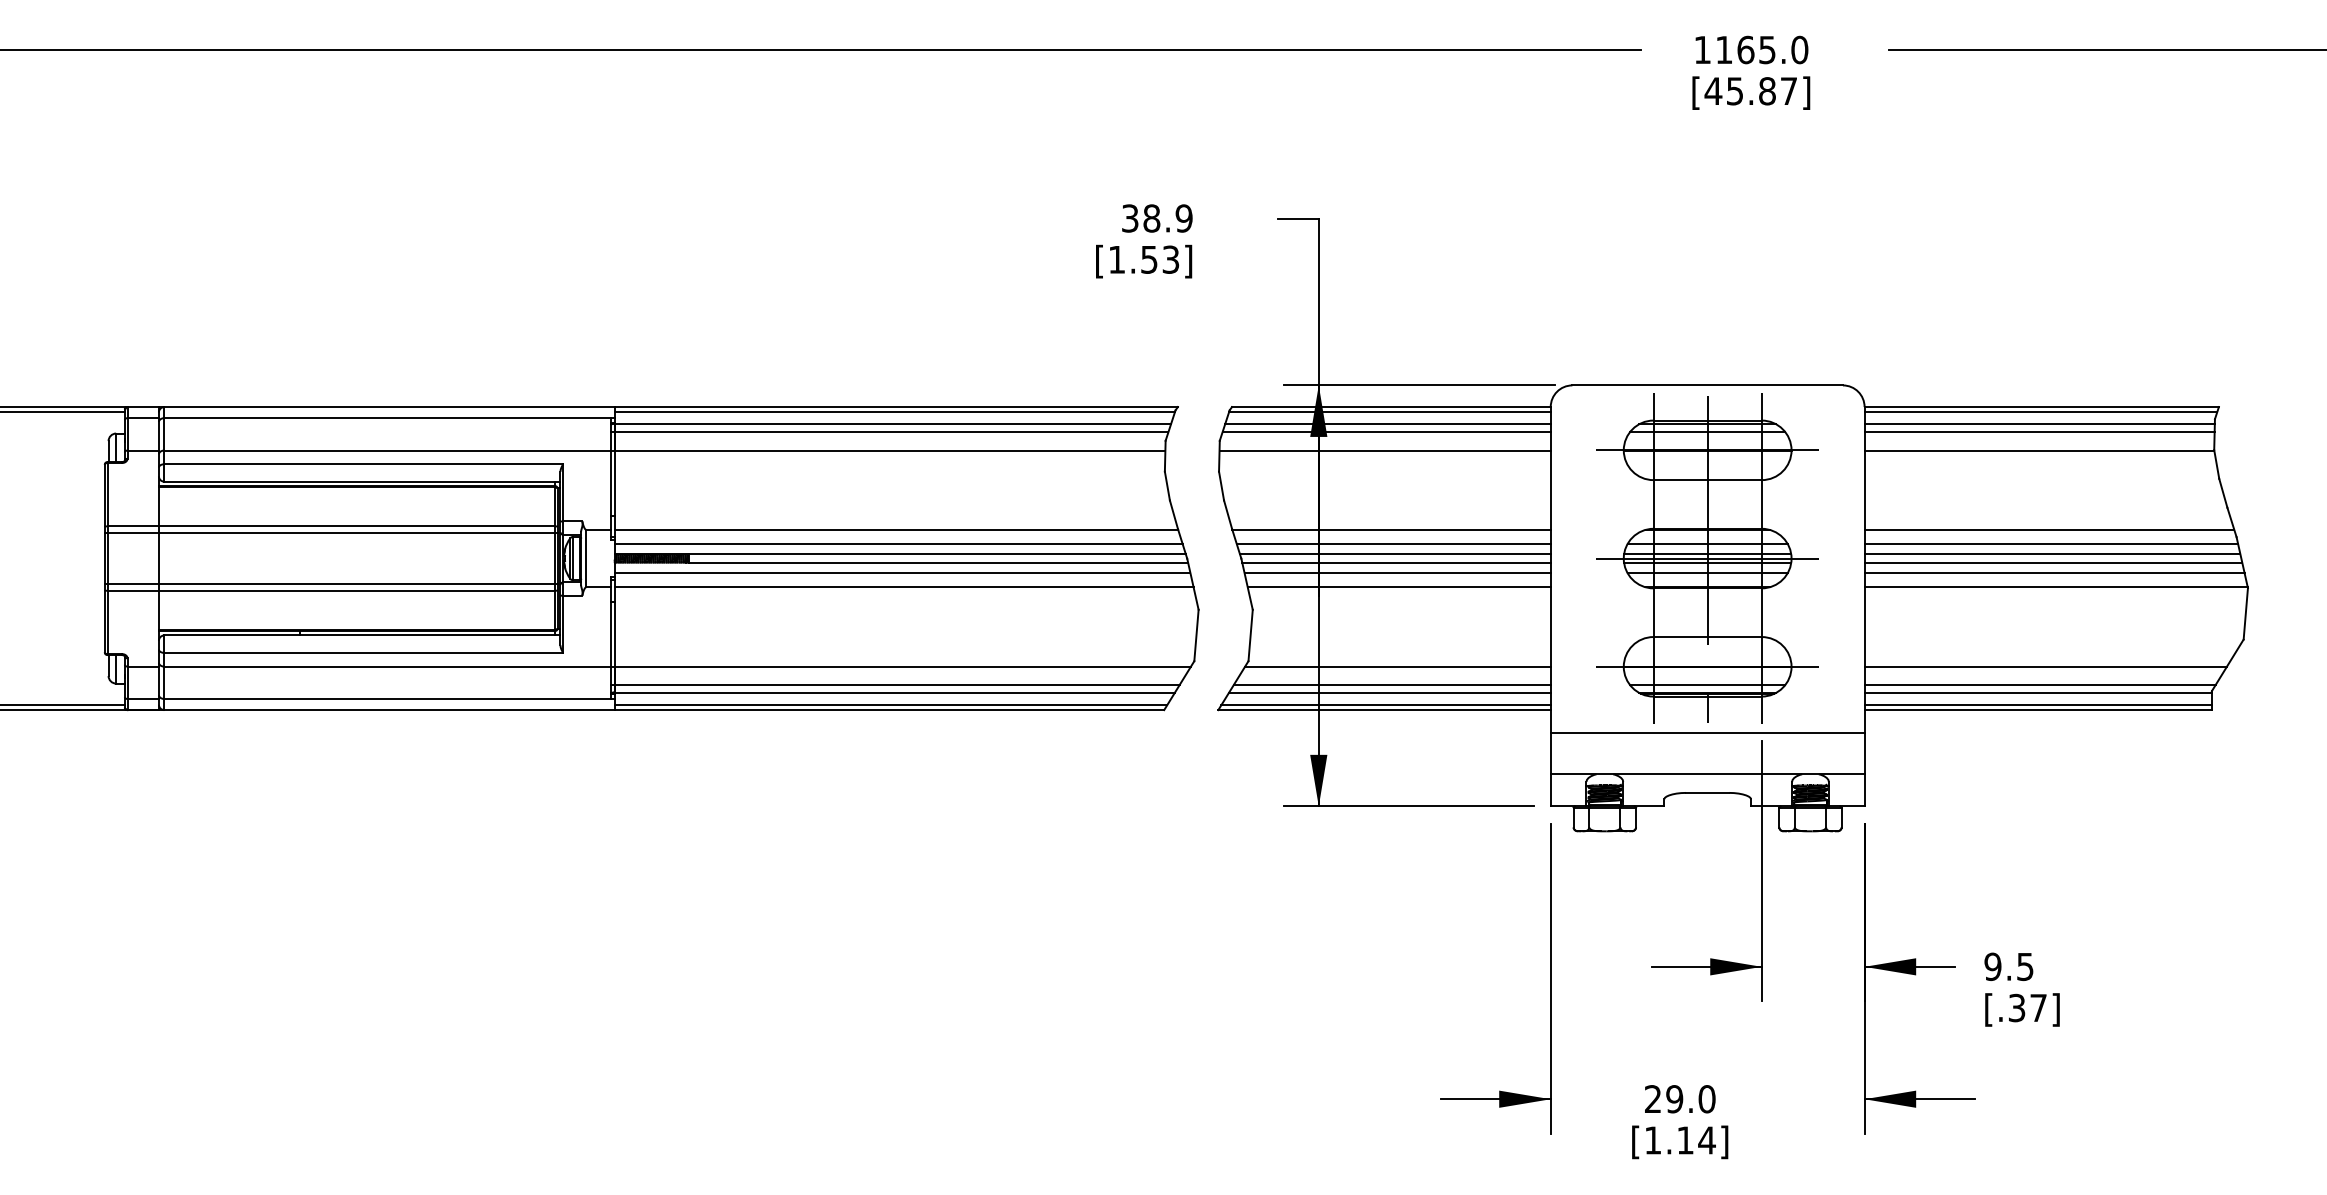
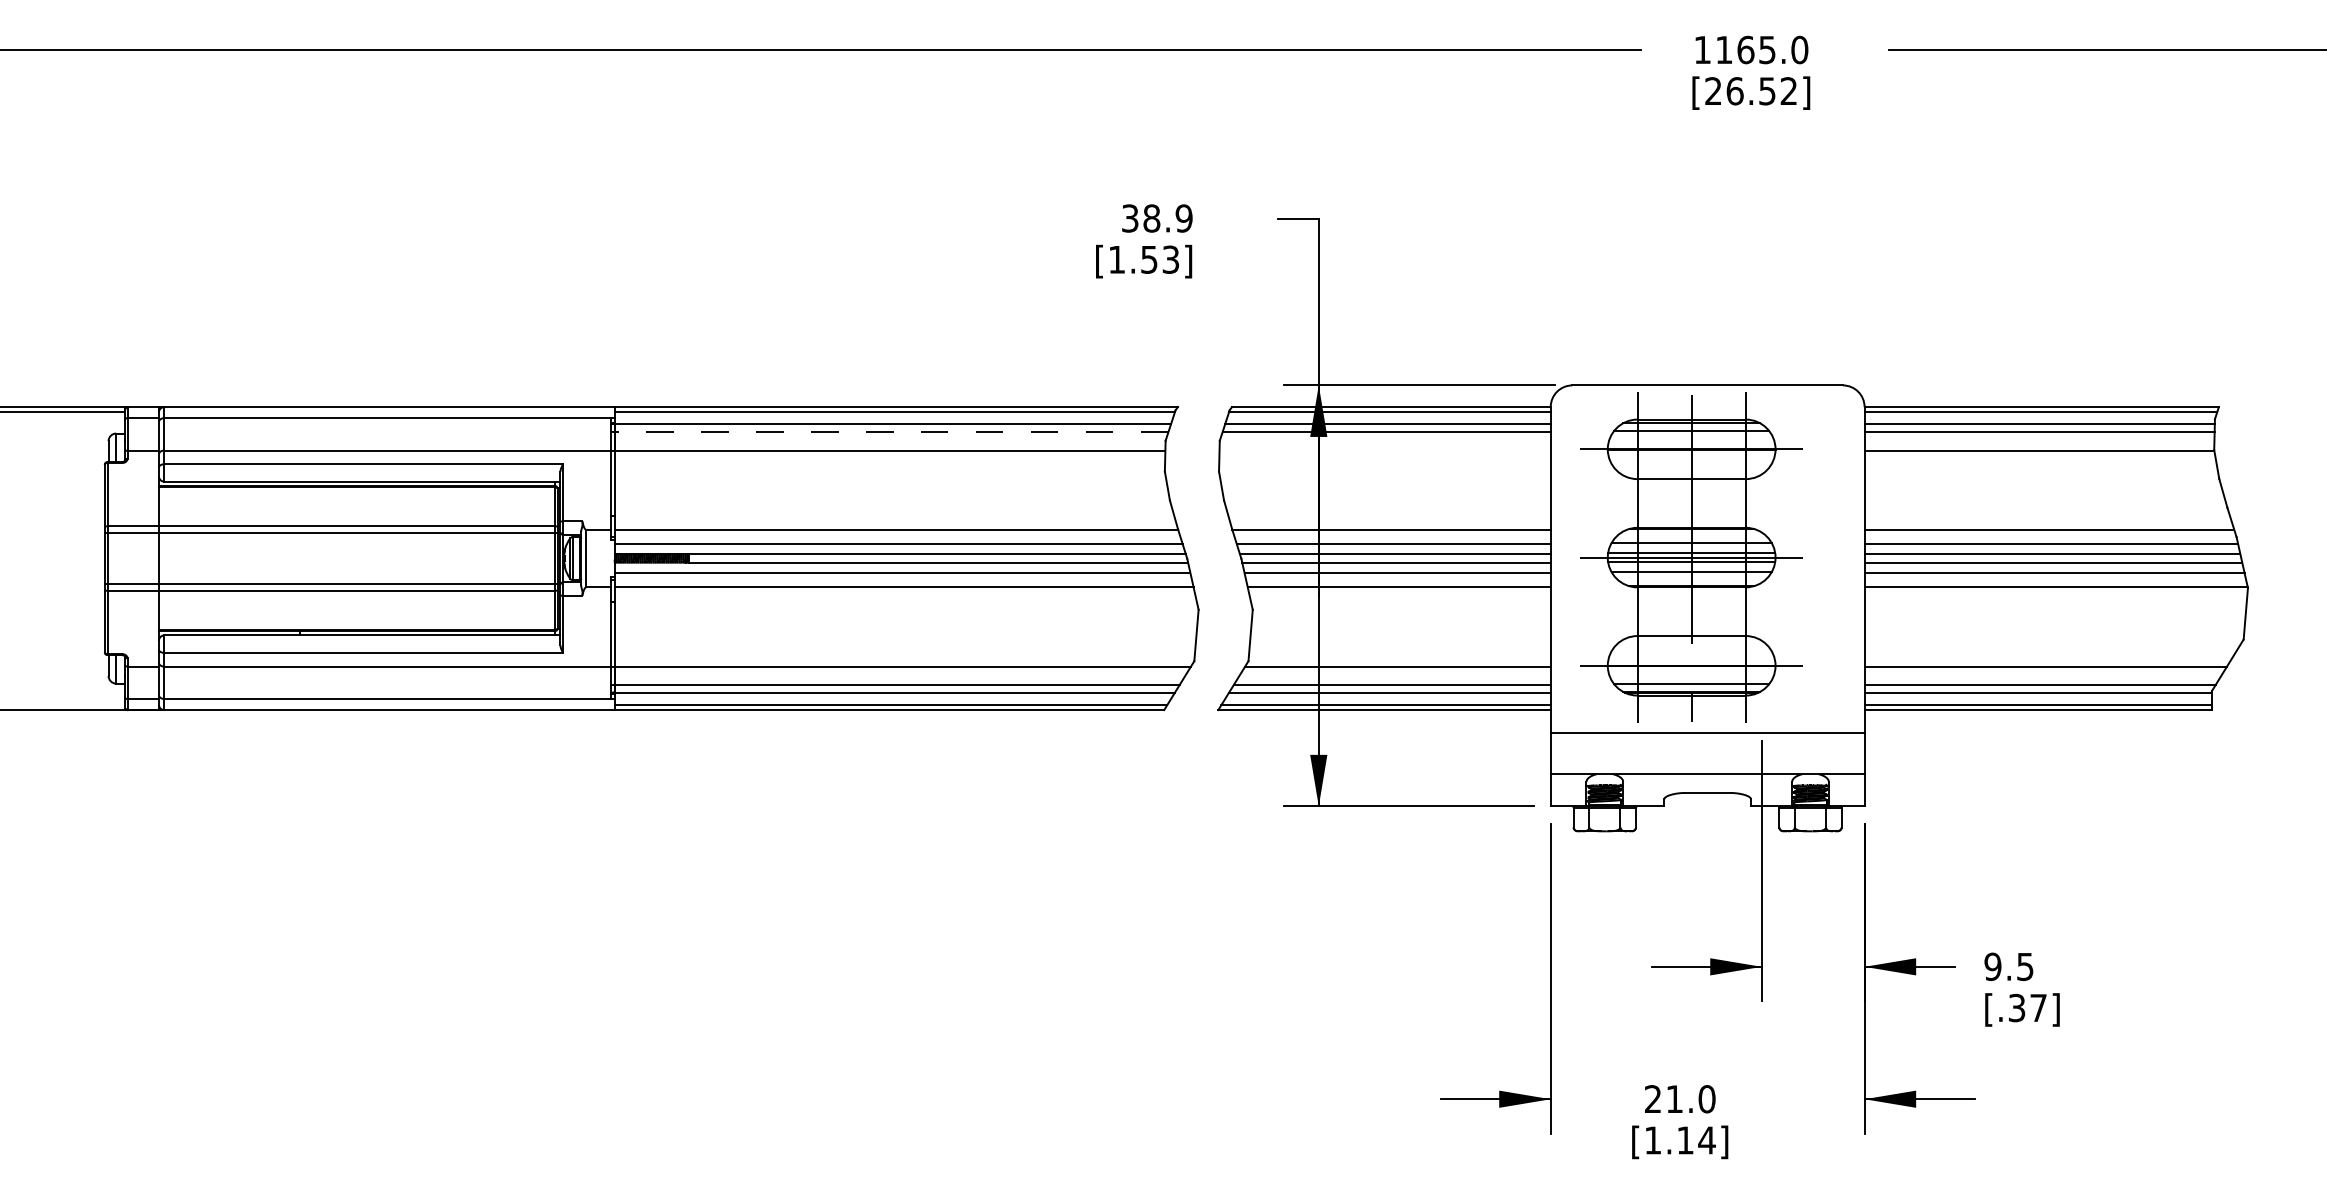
text at (1750, 91): [45.87] -> [26.52]
line at (891, 432): solid -> dashed
line at (1384, 450): present -> none
part at (1707, 558) position: (1707, 558) -> (1691, 557)
line at (63, 704): present -> none
text at (1674, 1099): 29.0 -> 21.0
